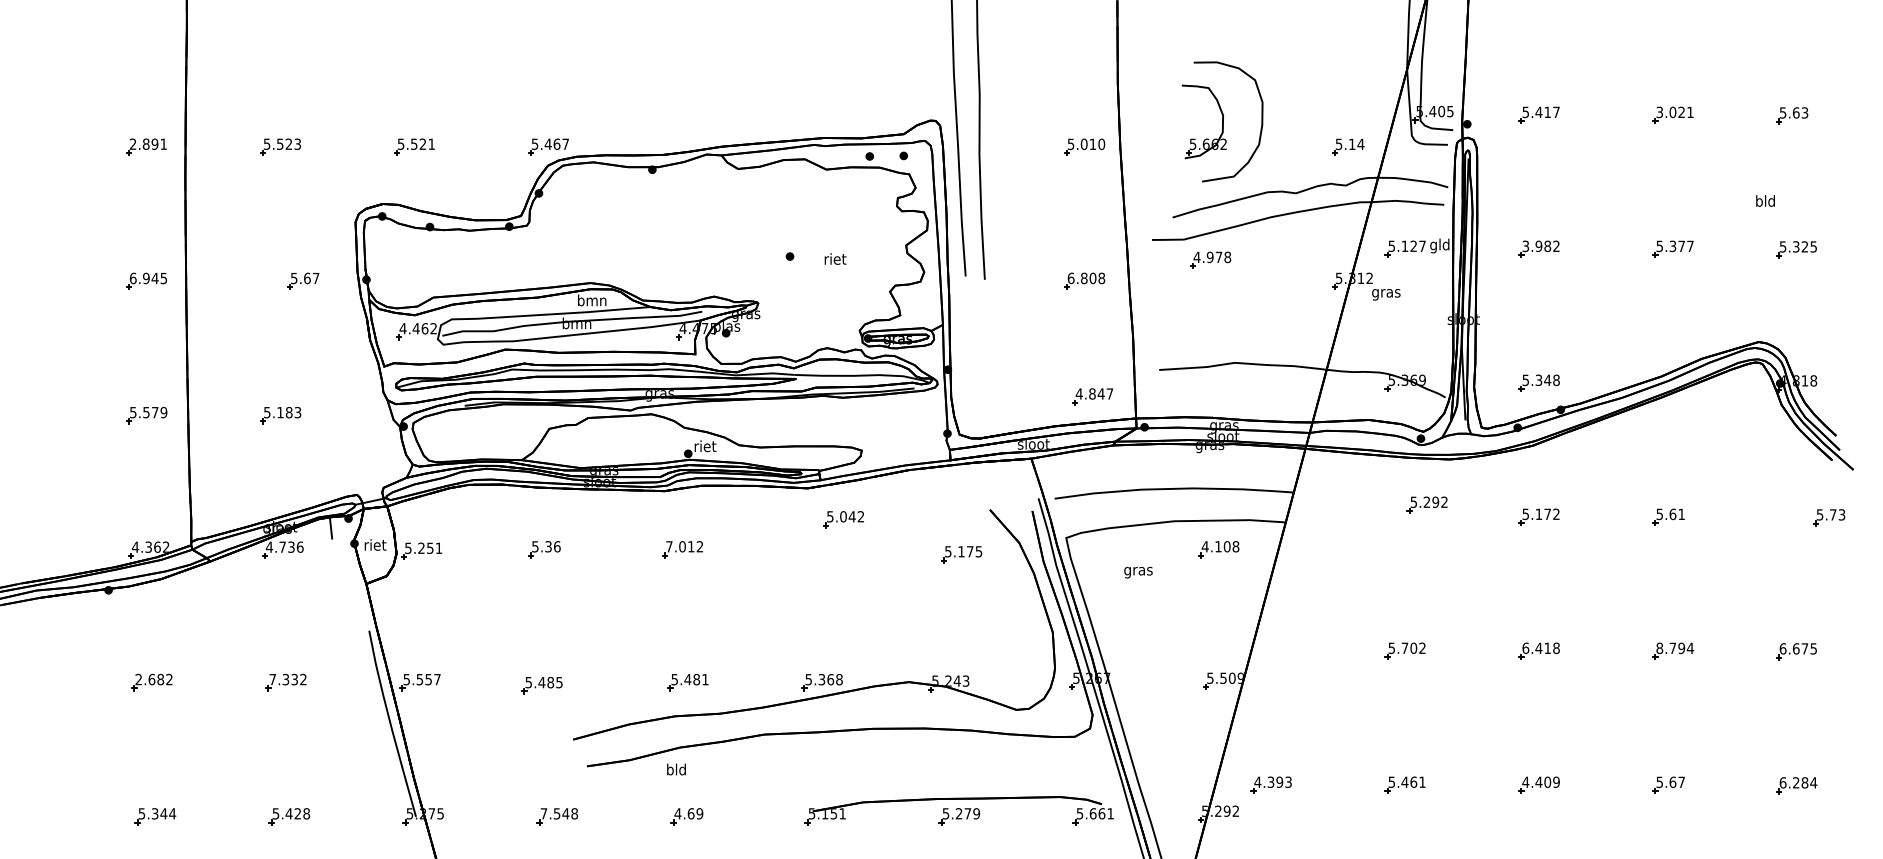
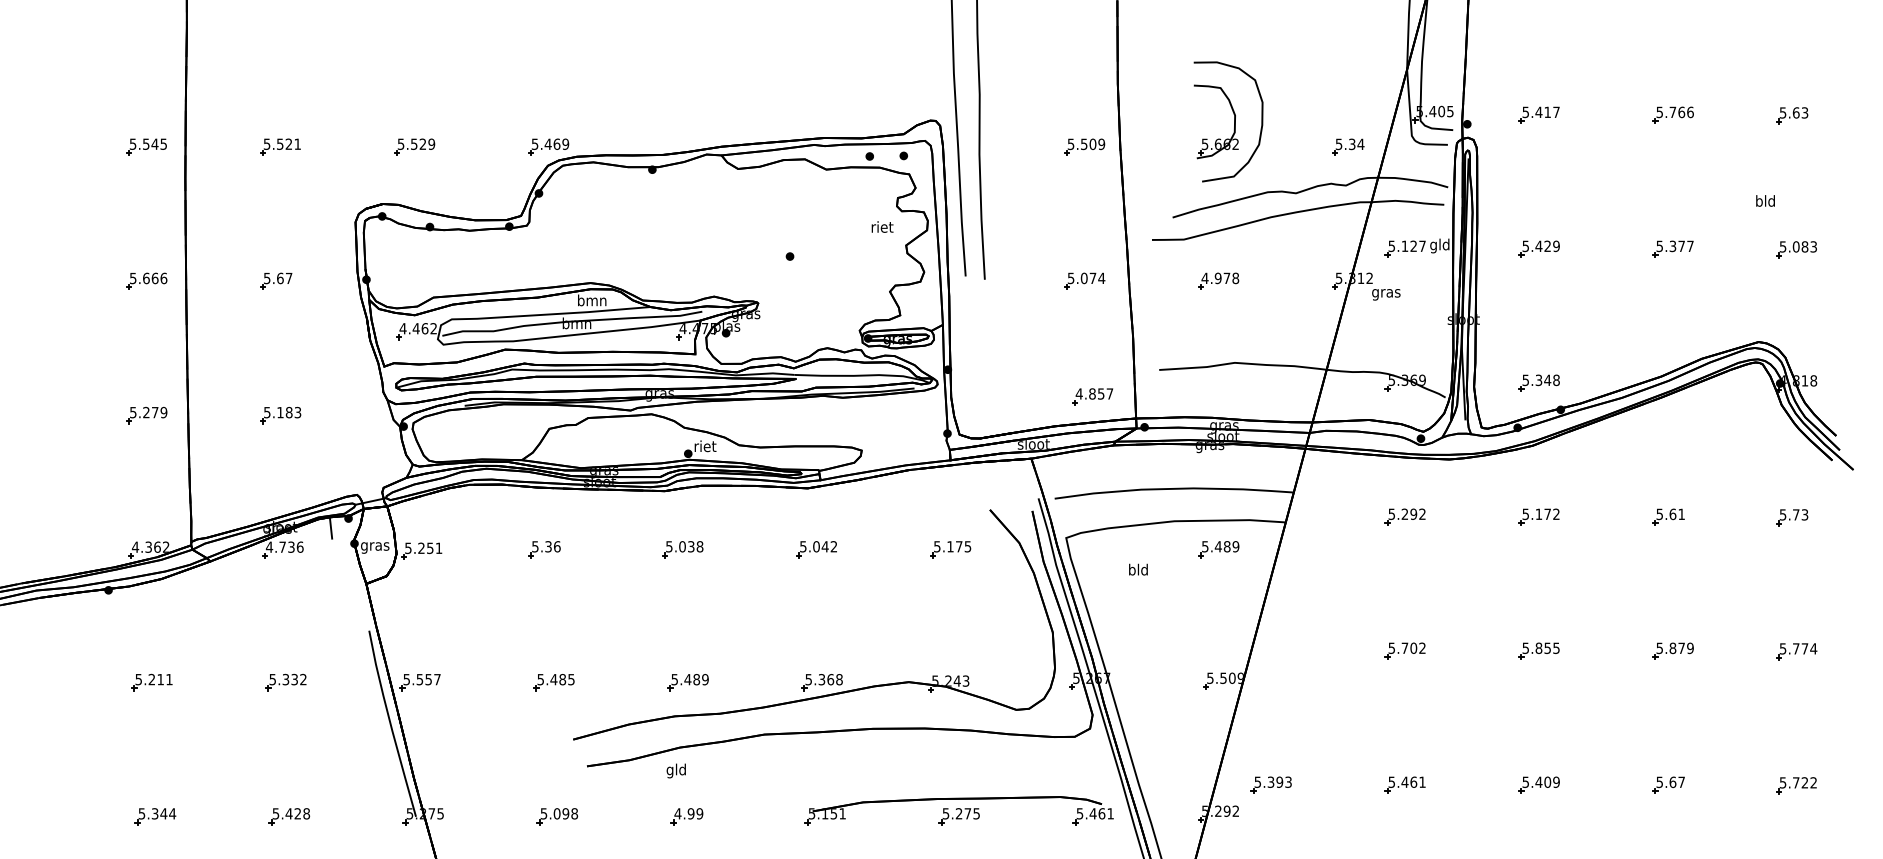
text at (1674, 112): 3.021 -> 5.766
part at (1206, 138) position: (1206, 138) -> (1218, 138)
text at (147, 143): 2.891 -> 5.545
text at (297, 143): 5.523 -> 5.521
text at (431, 143): 5.521 -> 5.529
text at (565, 143): 5.467 -> 5.469
text at (1092, 144): 5.010 -> 5.509
text at (1352, 144): 5.14 -> 5.34
text at (1540, 246): 3.982 -> 5.429
text at (1804, 246): 5.325 -> 5.083
text at (835, 258) position: (835, 258) -> (882, 226)
part at (1210, 259) position: (1210, 259) -> (1218, 280)
text at (148, 278): 6.945 -> 5.666
text at (1086, 278): 6.808 -> 5.074
part at (303, 280) position: (303, 280) -> (276, 280)
text at (1100, 393): 4.847 -> 4.857
text at (146, 412): 5.579 -> 5.279
part at (1426, 504) position: (1426, 504) -> (1404, 516)
part at (1829, 517) position: (1829, 517) -> (1792, 517)
part at (843, 519) position: (843, 519) -> (816, 549)
text at (375, 546): riet -> gras
text at (684, 546): 7.012 -> 5.038
text at (1220, 546): 4.108 -> 5.489
part at (961, 554) position: (961, 554) -> (950, 549)
text at (1138, 570): gras -> bld
text at (1540, 647): 6.418 -> 5.855
text at (1675, 648): 8.794 -> 5.879
text at (1798, 648): 6.675 -> 5.774
text at (153, 679): 2.682 -> 5.211
text at (272, 679): 7.332 -> 5.332
text at (705, 679): 5.481 -> 5.489
part at (541, 685) position: (541, 685) -> (553, 682)
text at (669, 770): bld -> gld
text at (1257, 781): 4.393 -> 5.393
text at (1525, 781): 4.409 -> 5.409
text at (1798, 782): 6.284 -> 5.722
text at (554, 813): 7.548 -> 5.098
text at (690, 813): 4.69 -> 4.99
text at (976, 813): 5.279 -> 5.275
text at (1092, 813): 5.661 -> 5.461
